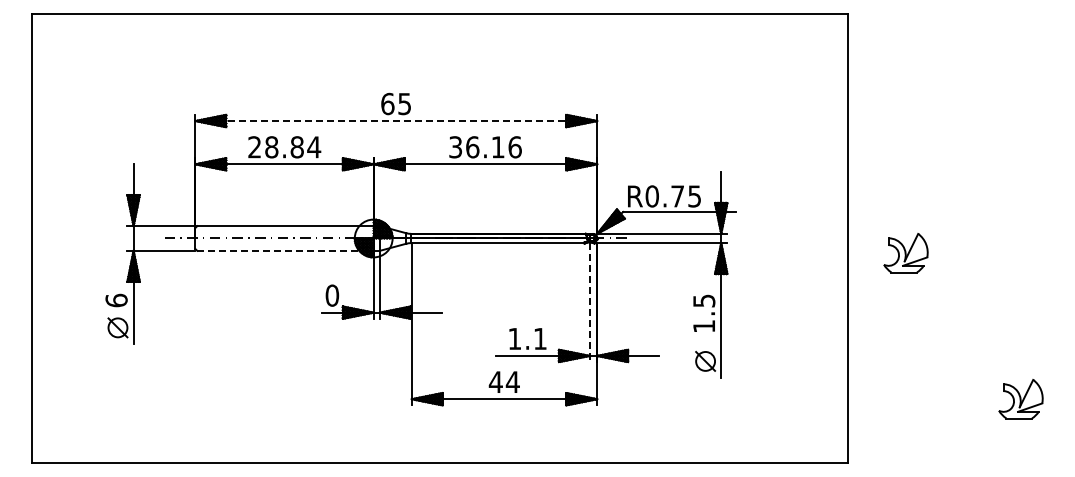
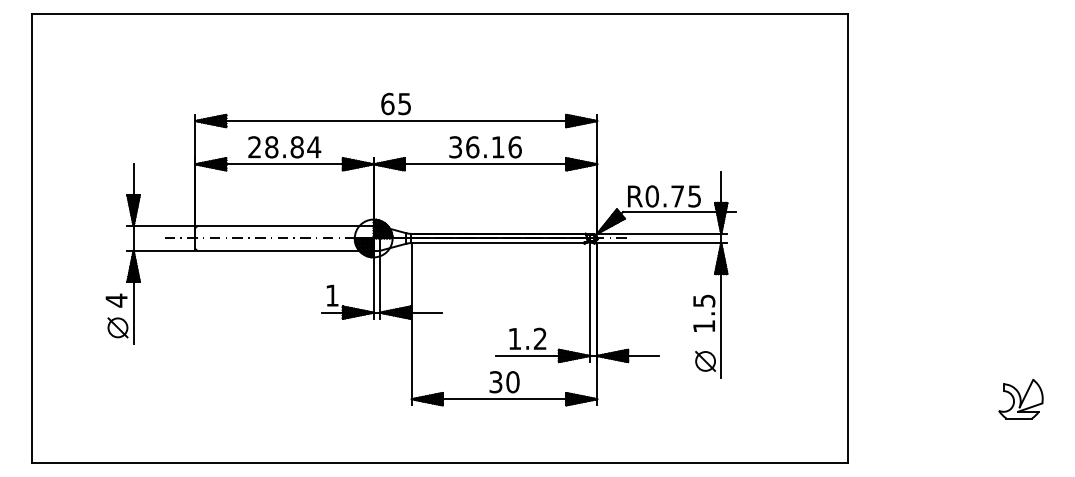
line at (396, 121): dashed -> solid
line at (286, 250): dashed -> solid
part at (905, 253): present -> none
text at (332, 295): 0 -> 1
text at (116, 300): 6 -> 4
line at (589, 303): dashed -> solid
text at (539, 338): 1.1 -> 1.2
text at (503, 382): 44 -> 30
